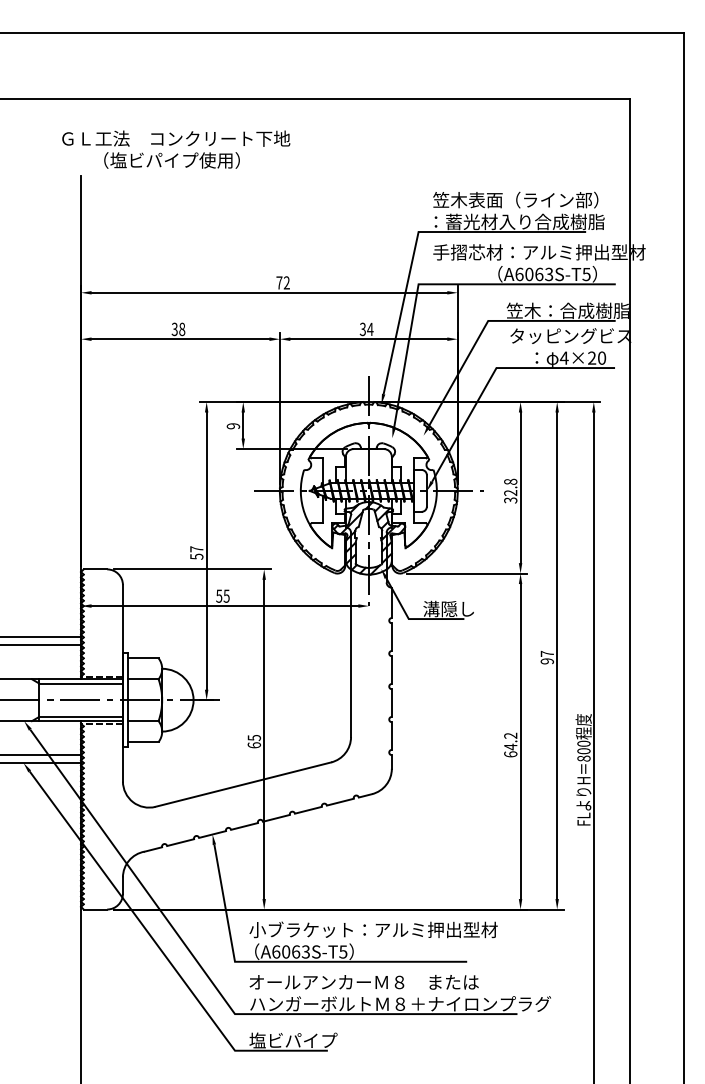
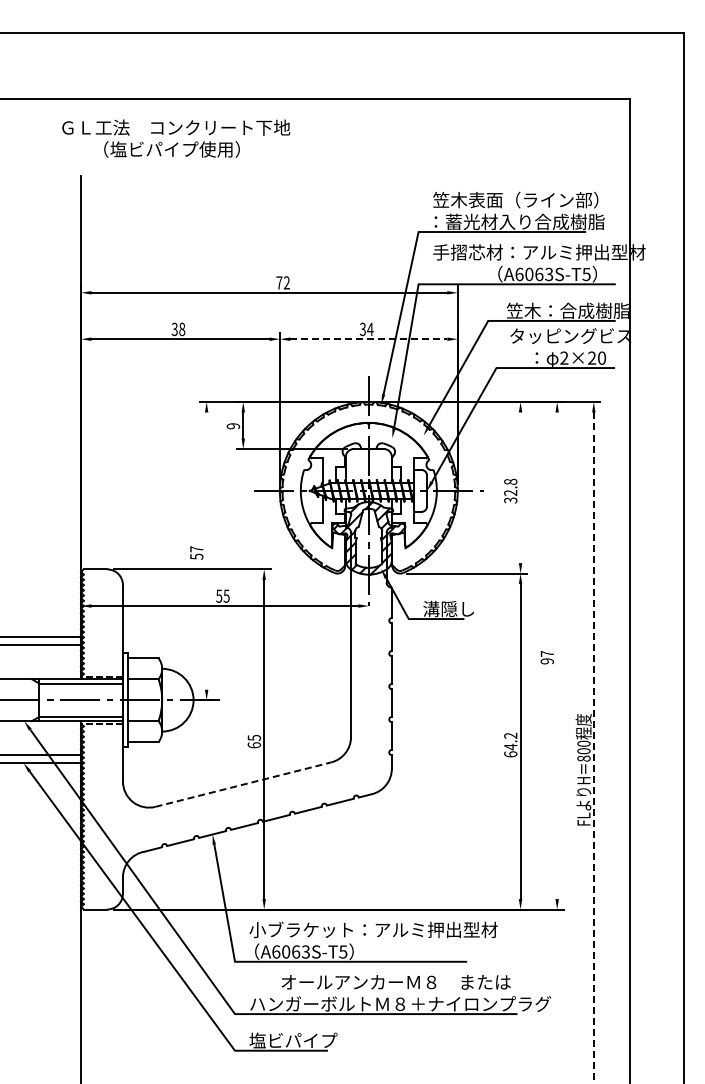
text at (176, 149) position: (176, 149) -> (176, 138)
line at (369, 339): solid -> dashed
text at (563, 357): 4×20 -> 2×20
line at (520, 487): present -> none
line at (206, 550): present -> none
line at (557, 655): present -> none
line at (593, 748): solid -> dashed
line at (243, 784): solid -> dashed
text at (363, 982) position: (363, 982) -> (395, 982)
